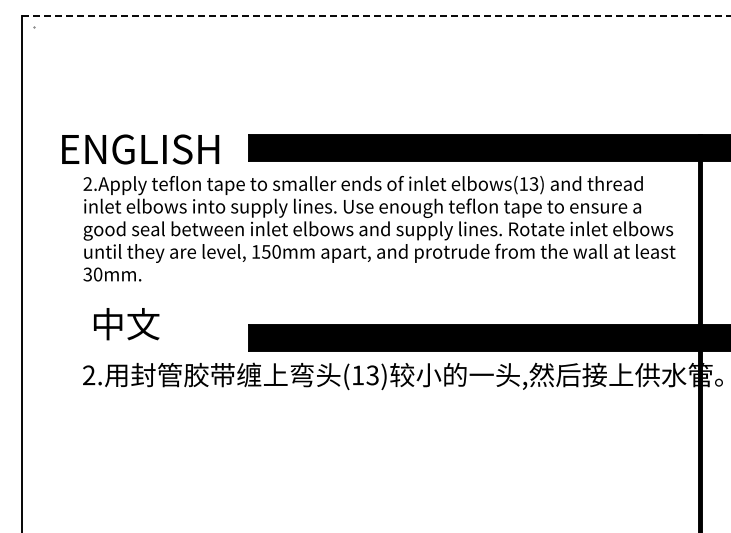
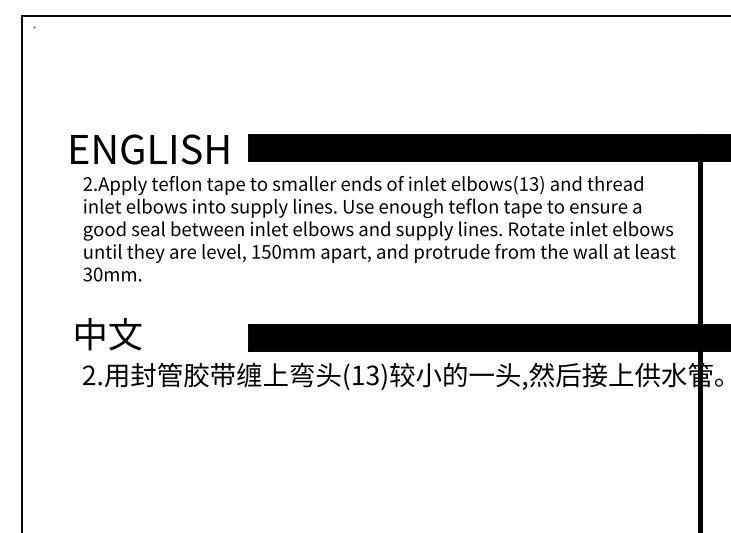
line at (376, 15): dashed -> solid
text at (140, 149) position: (140, 149) -> (149, 149)
text at (126, 324) position: (126, 324) -> (108, 334)
